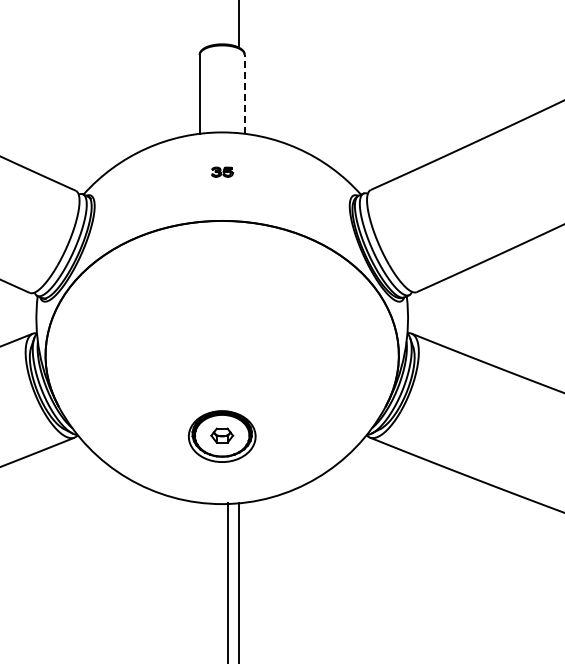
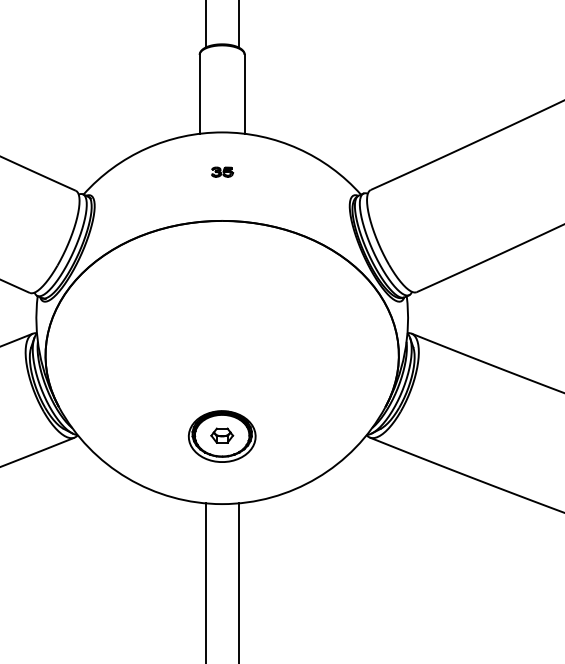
line at (205, 24): none -> present
line at (244, 94): dashed -> solid
line at (227, 581) position: (227, 581) -> (205, 581)
